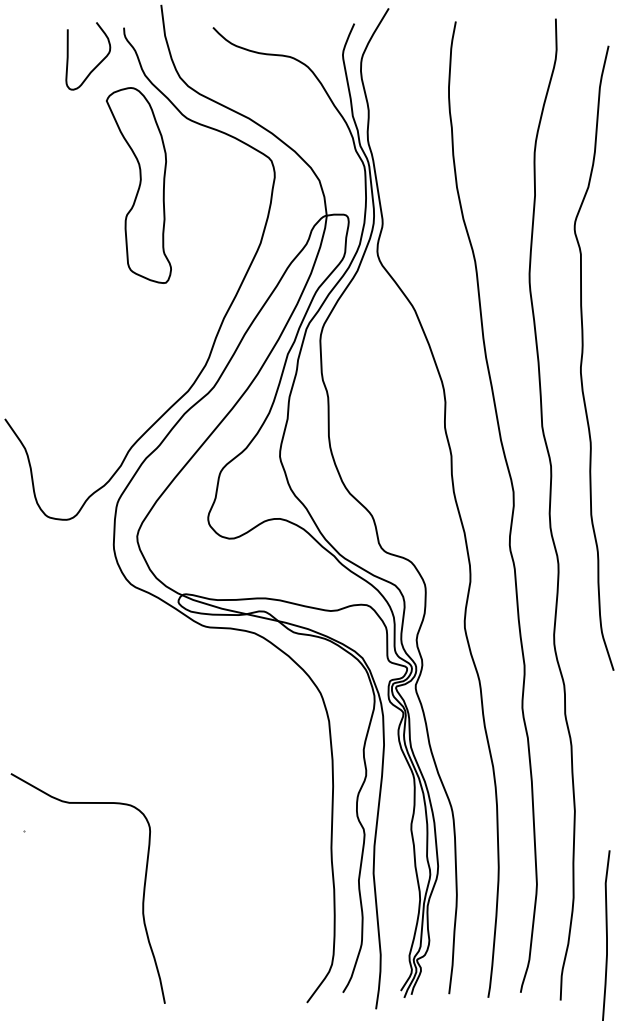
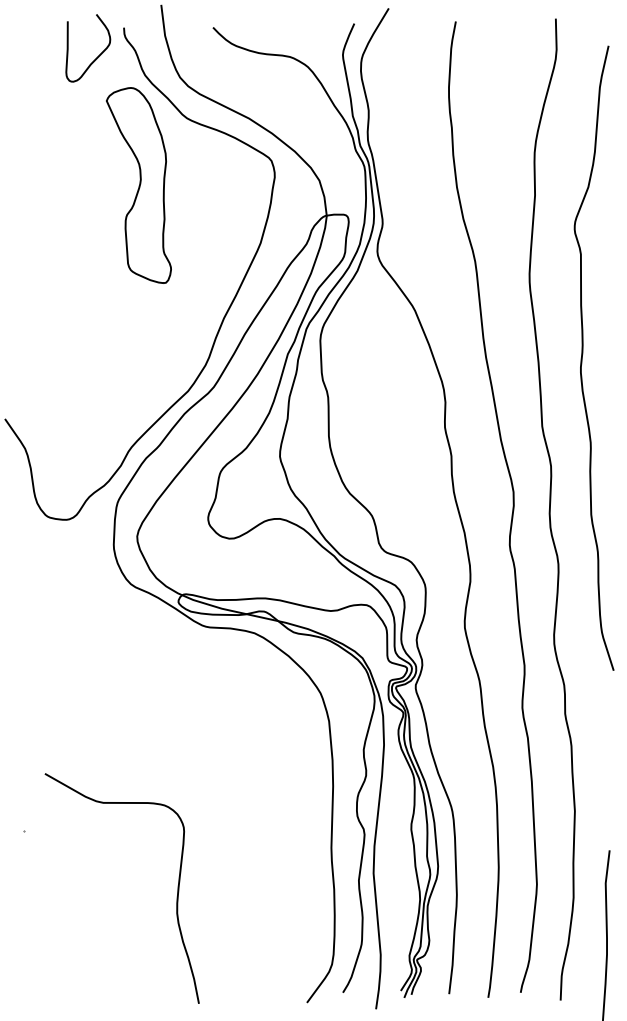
curve at (97, 64) position: (97, 64) -> (97, 56)
curve at (142, 896) position: (142, 896) -> (176, 896)
